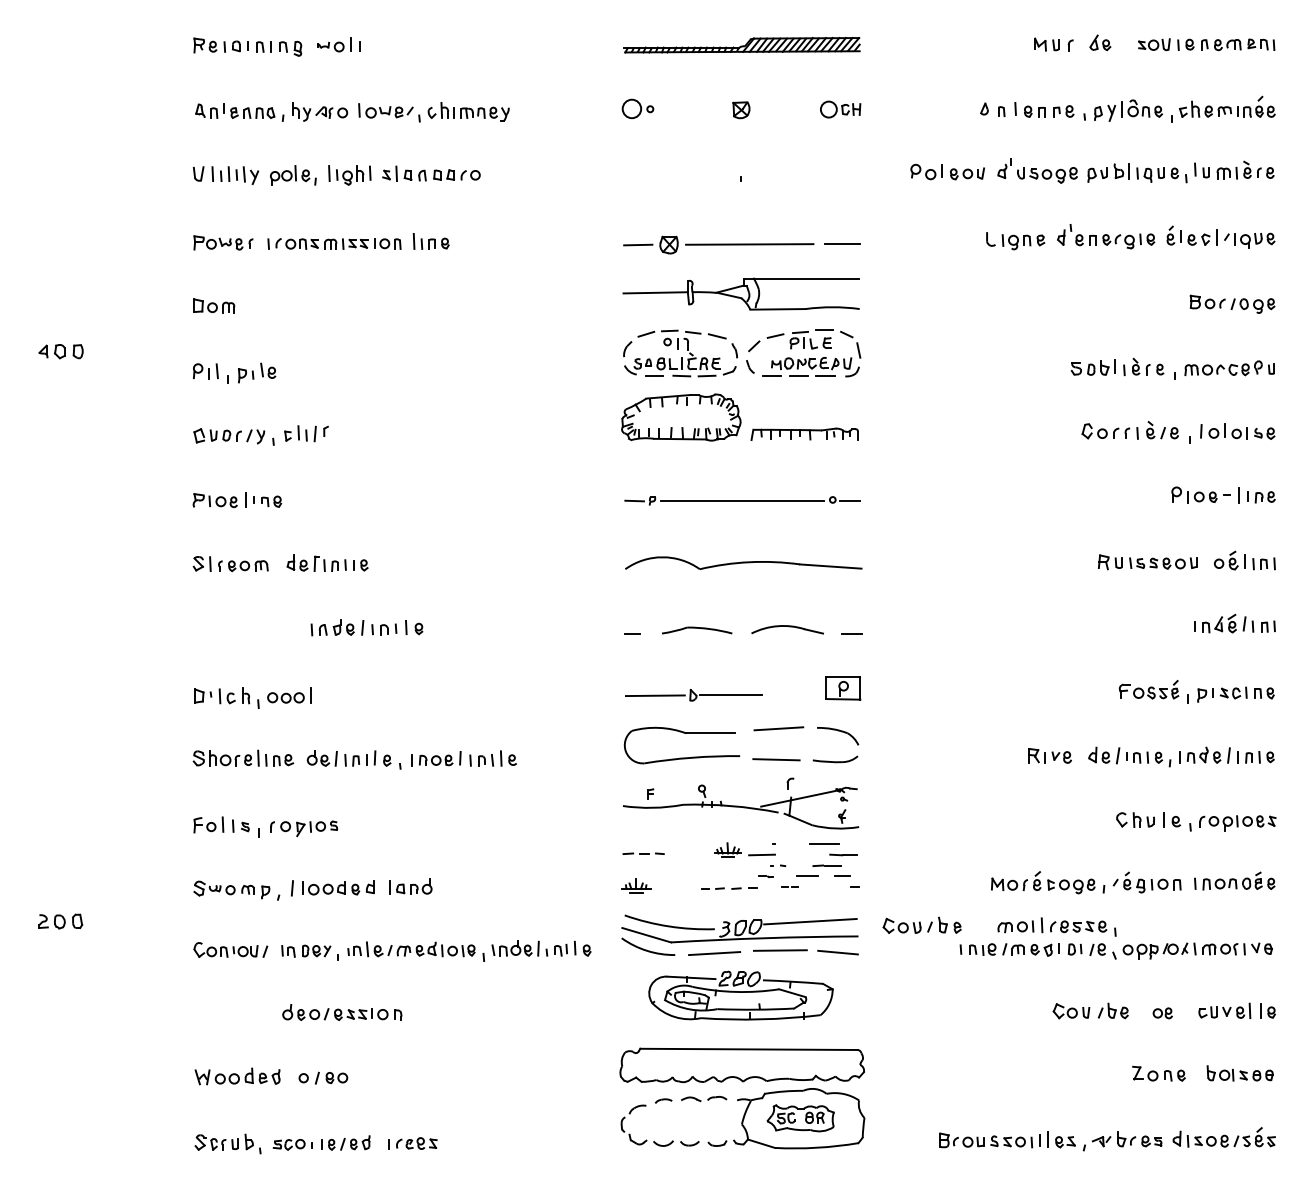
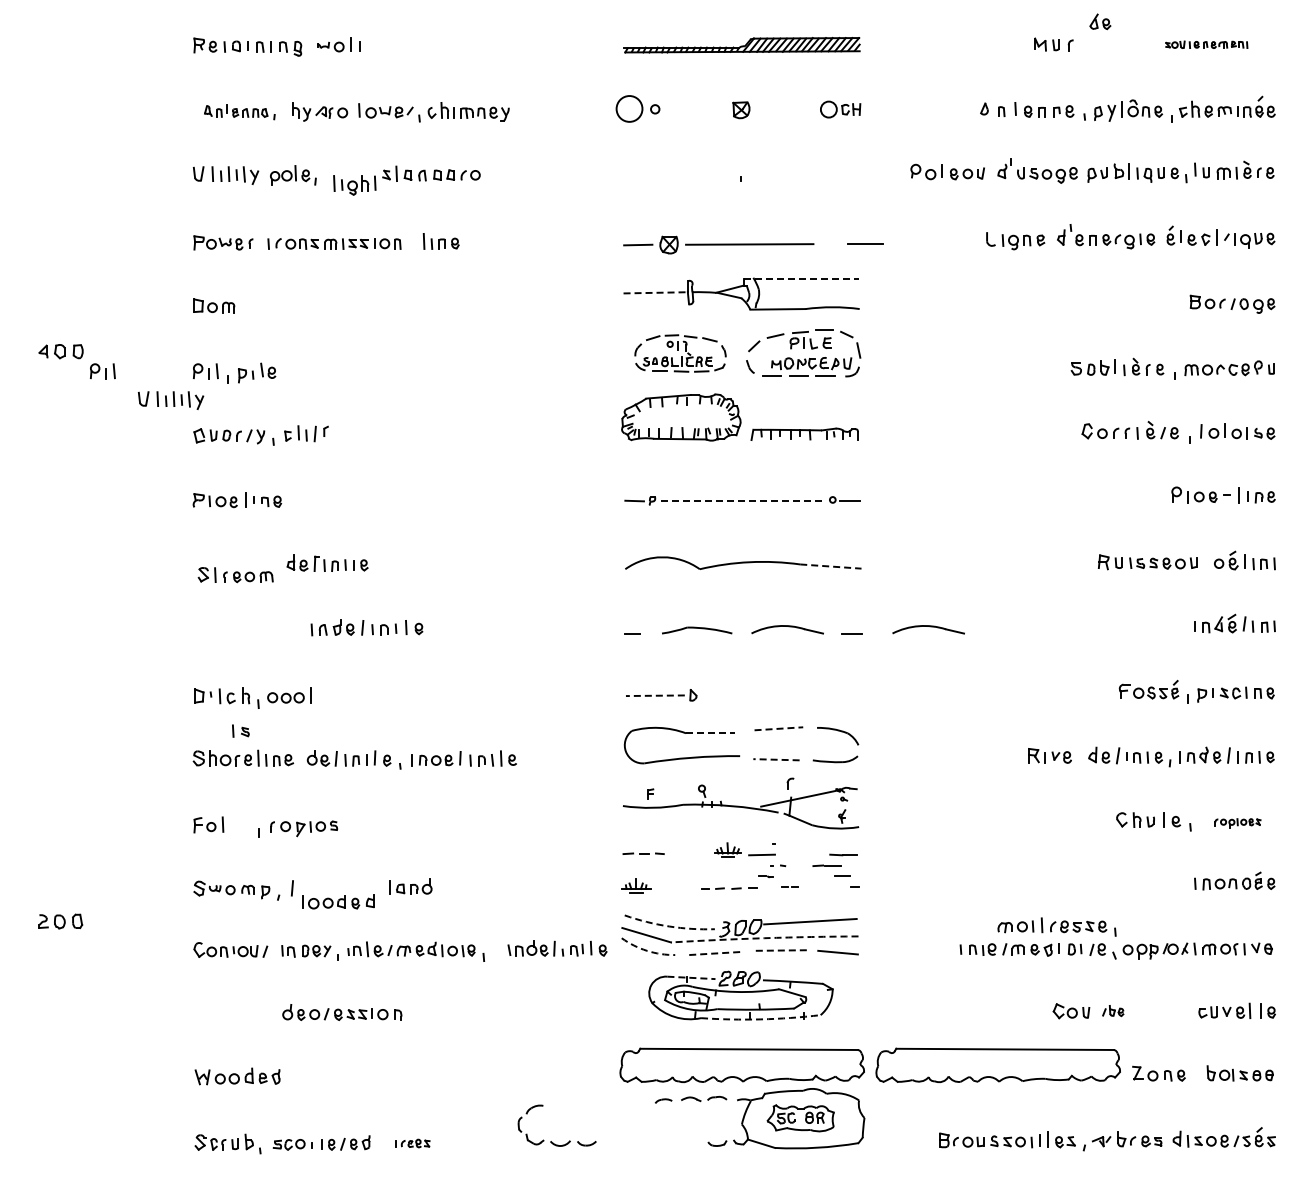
part at (1100, 42) position: (1100, 42) -> (1100, 21)
part at (1206, 44) size: 138x14 px -> 84x9 px
part at (637, 108) size: 34x22 px -> 46x28 px
part at (239, 112) size: 90x19 px -> 72x17 px
part at (349, 175) position: (349, 175) -> (354, 185)
part at (430, 241) position: (430, 241) -> (440, 241)
line at (842, 243) position: (842, 243) -> (865, 243)
line at (801, 279): solid -> dashed
line at (656, 292): solid -> dashed
part at (680, 353) size: 115x49 px -> 93x39 px
part at (102, 371): none -> present
part at (171, 400): none -> present
line at (742, 500): solid -> dashed
part at (230, 564) position: (230, 564) -> (235, 575)
line at (830, 566): solid -> dashed
part at (928, 629): none -> present
part at (843, 688): present -> none
line at (654, 695): solid -> dashed
line at (731, 695): present -> none
line at (779, 728): solid -> dashed
line at (710, 733): solid -> dashed
line at (775, 759): solid -> dashed
part at (1237, 823) size: 78x17 px -> 48x11 px
part at (240, 825) position: (240, 825) -> (240, 730)
line at (824, 844): present -> none
line at (807, 875): present -> none
part at (1086, 882): present -> none
part at (338, 887) position: (338, 887) -> (338, 901)
part at (921, 924): present -> none
arc at (669, 926): solid -> dashed
arc at (764, 938): solid -> dashed
part at (541, 948) position: (541, 948) -> (557, 948)
arc at (647, 950): solid -> dashed
line at (779, 950): solid -> dashed
line at (714, 953): solid -> dashed
line at (691, 977): solid -> dashed
part at (1112, 1010) size: 32x18 px -> 23x13 px
part at (1162, 1013): present -> none
arc at (760, 1019): solid -> dashed
part at (997, 1064): none -> present
part at (323, 1077): present -> none
part at (655, 1141) position: (655, 1141) -> (552, 1141)
part at (412, 1143) size: 50x13 px -> 36x11 px
